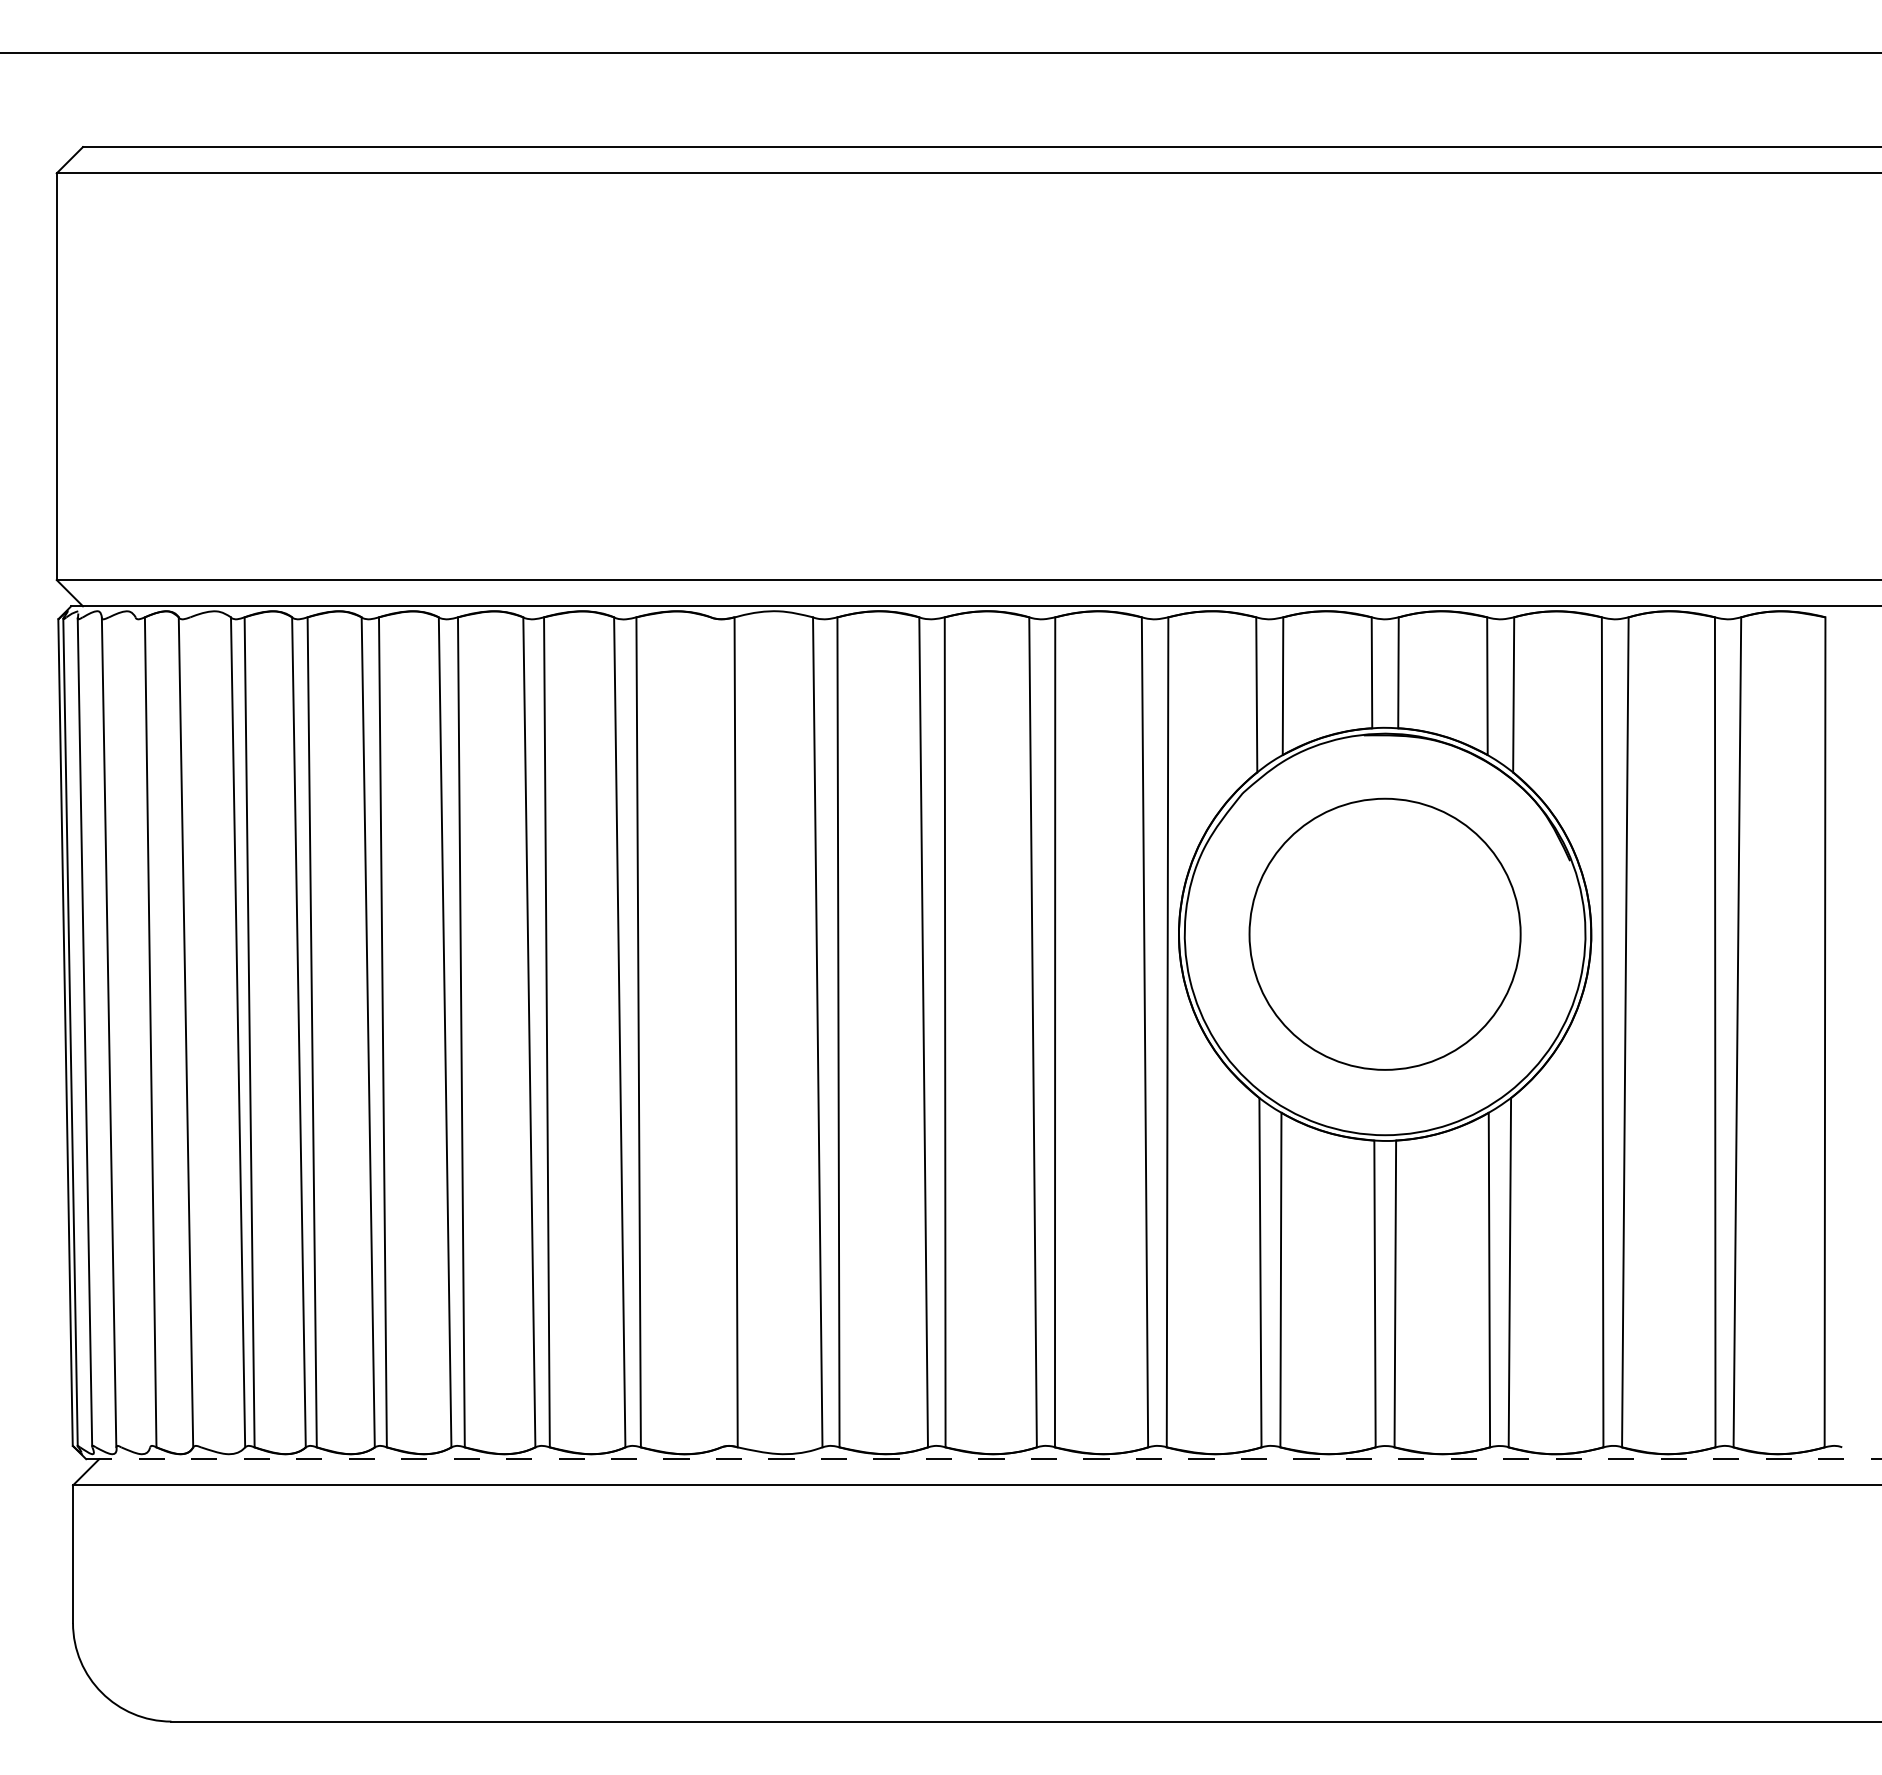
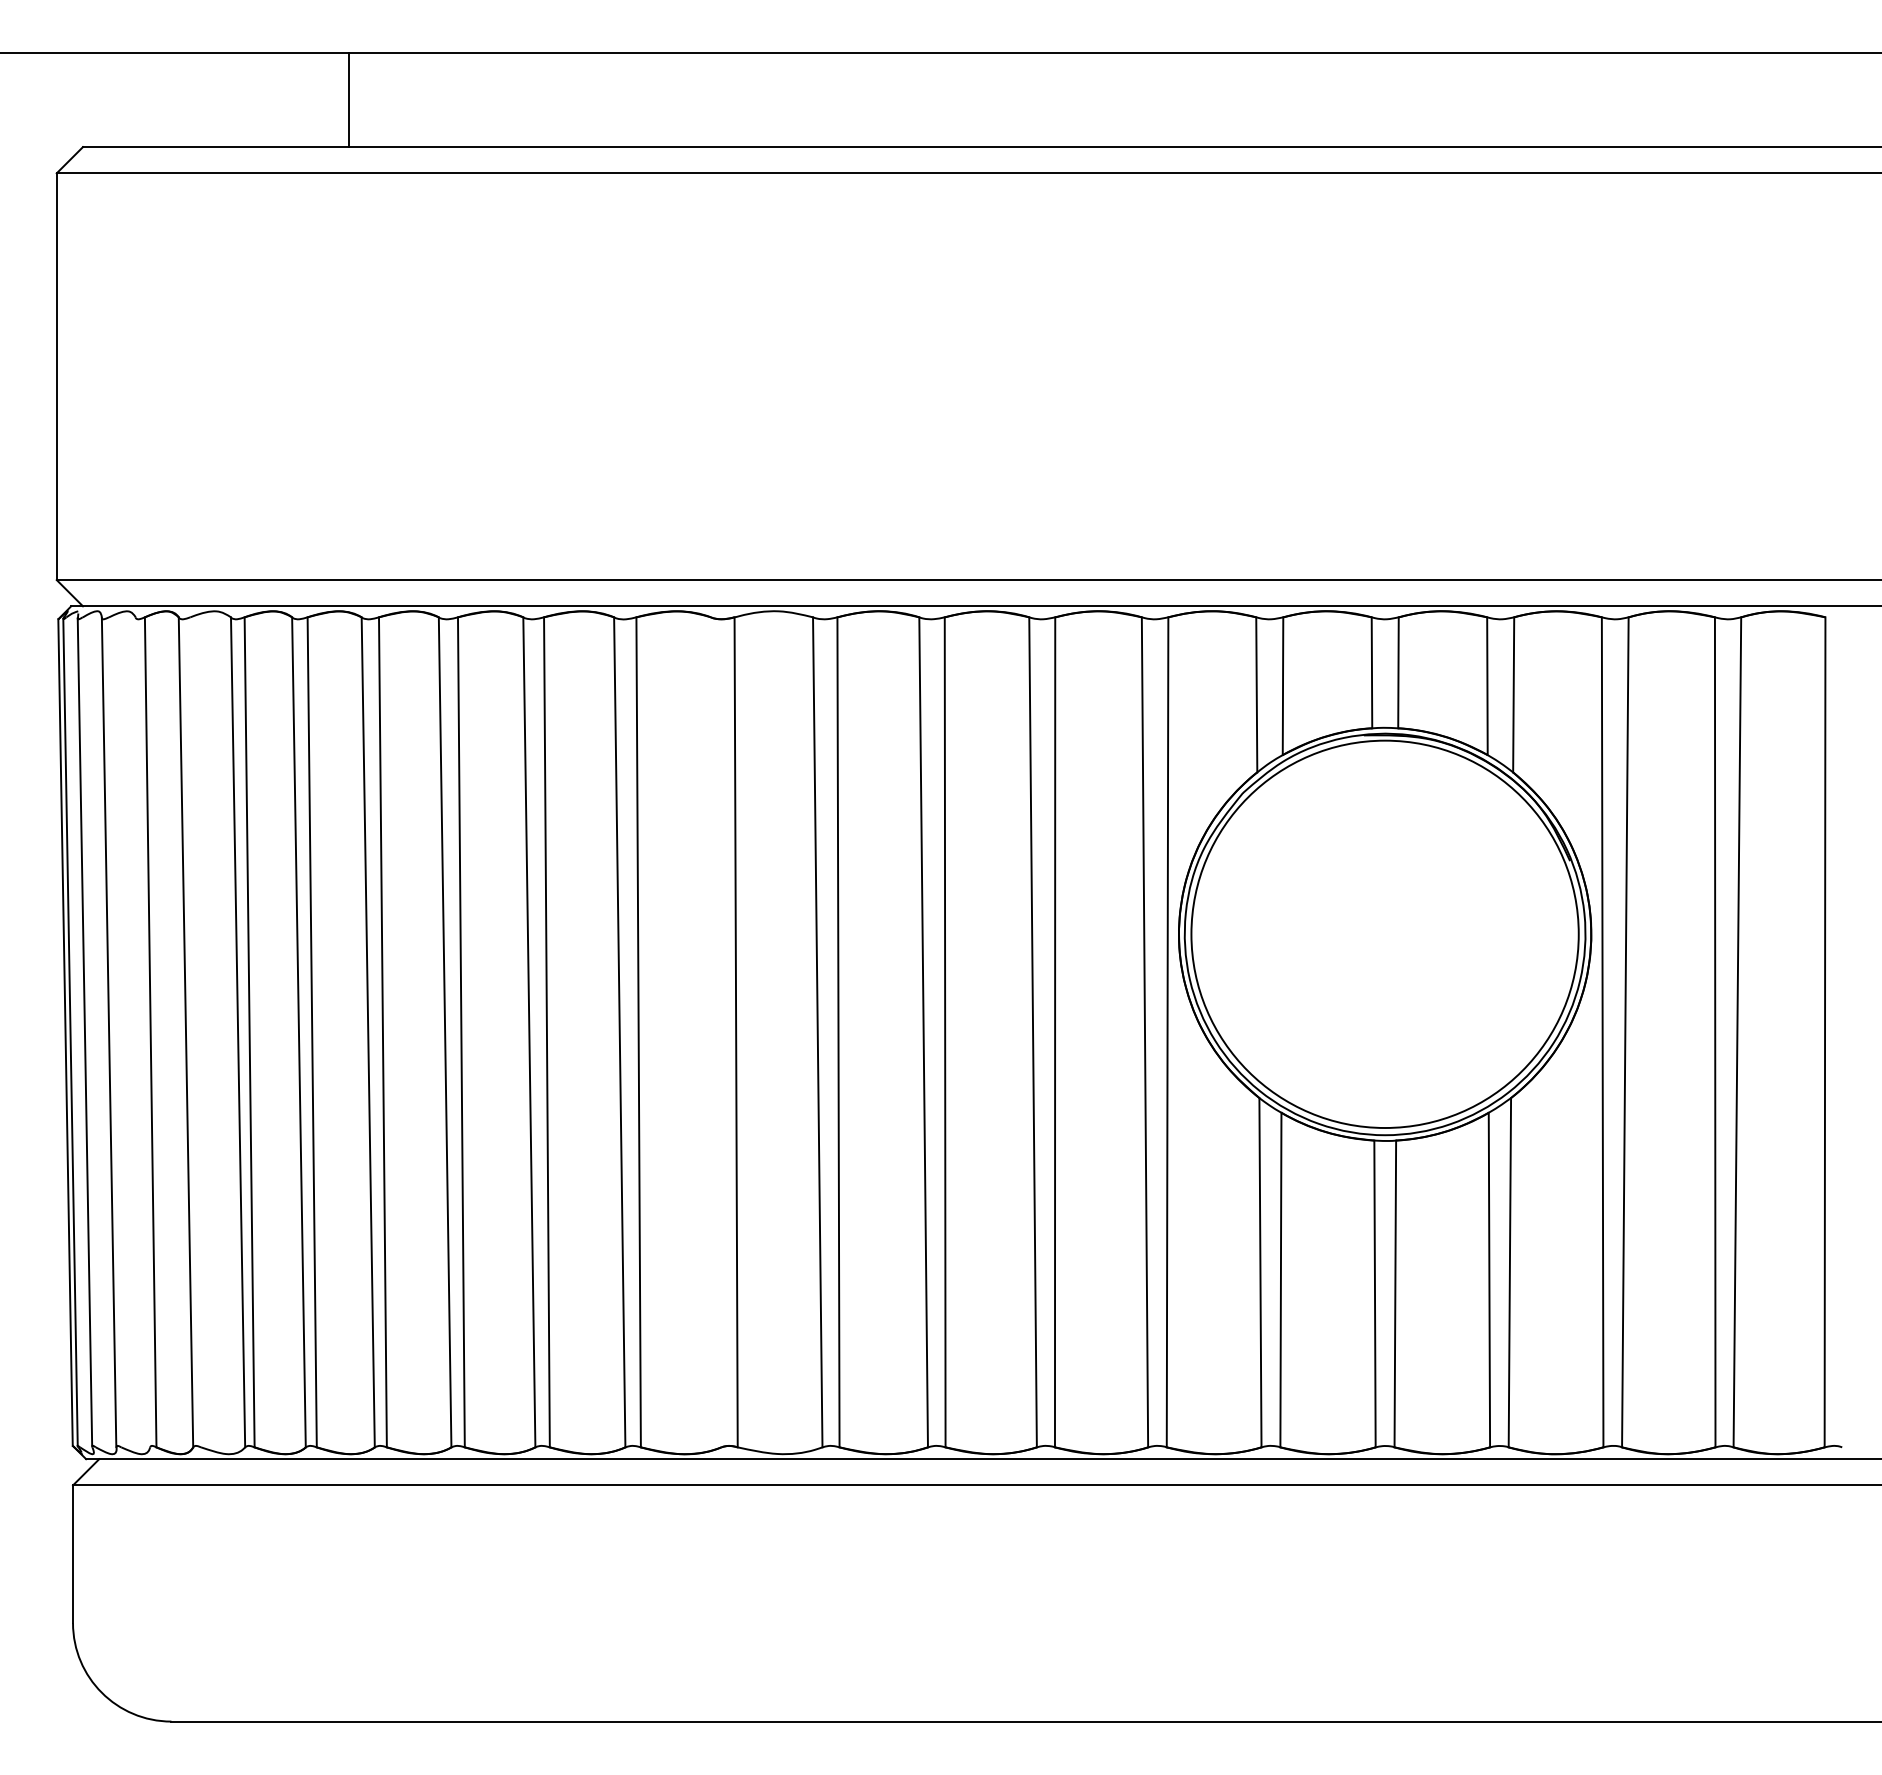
line at (348, 100): none -> present
circle at (1384, 933) diameter: 271 px -> 387 px
line at (983, 1459): dashed -> solid
